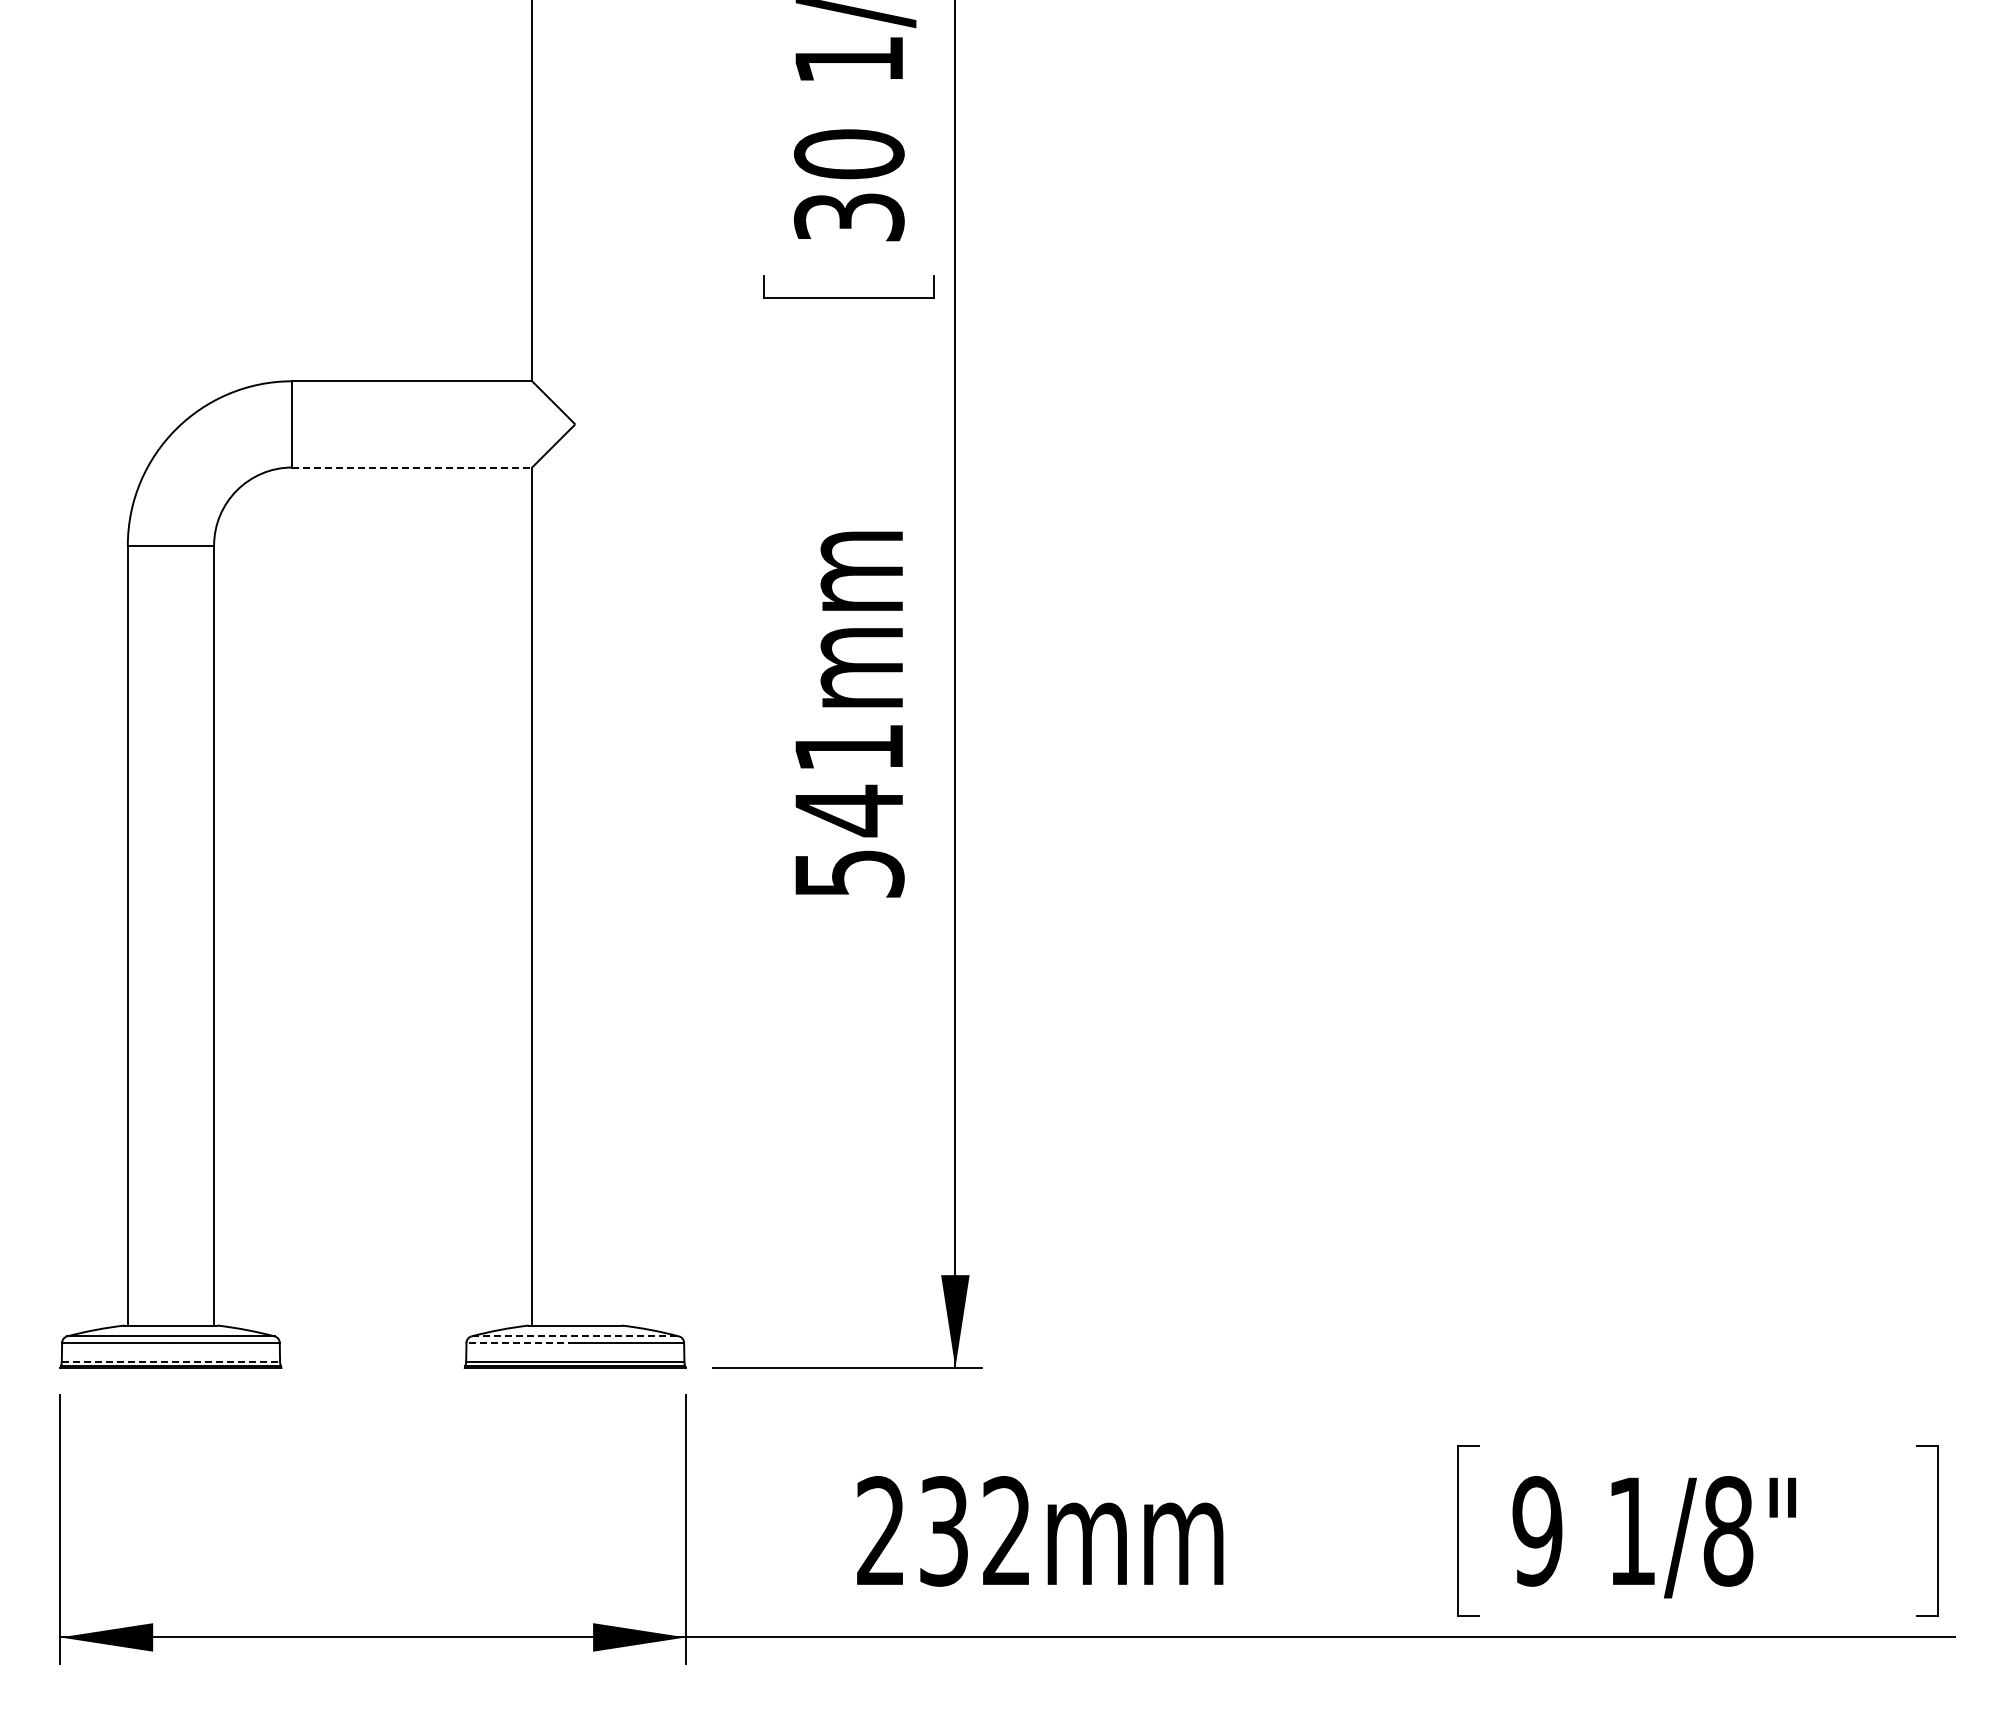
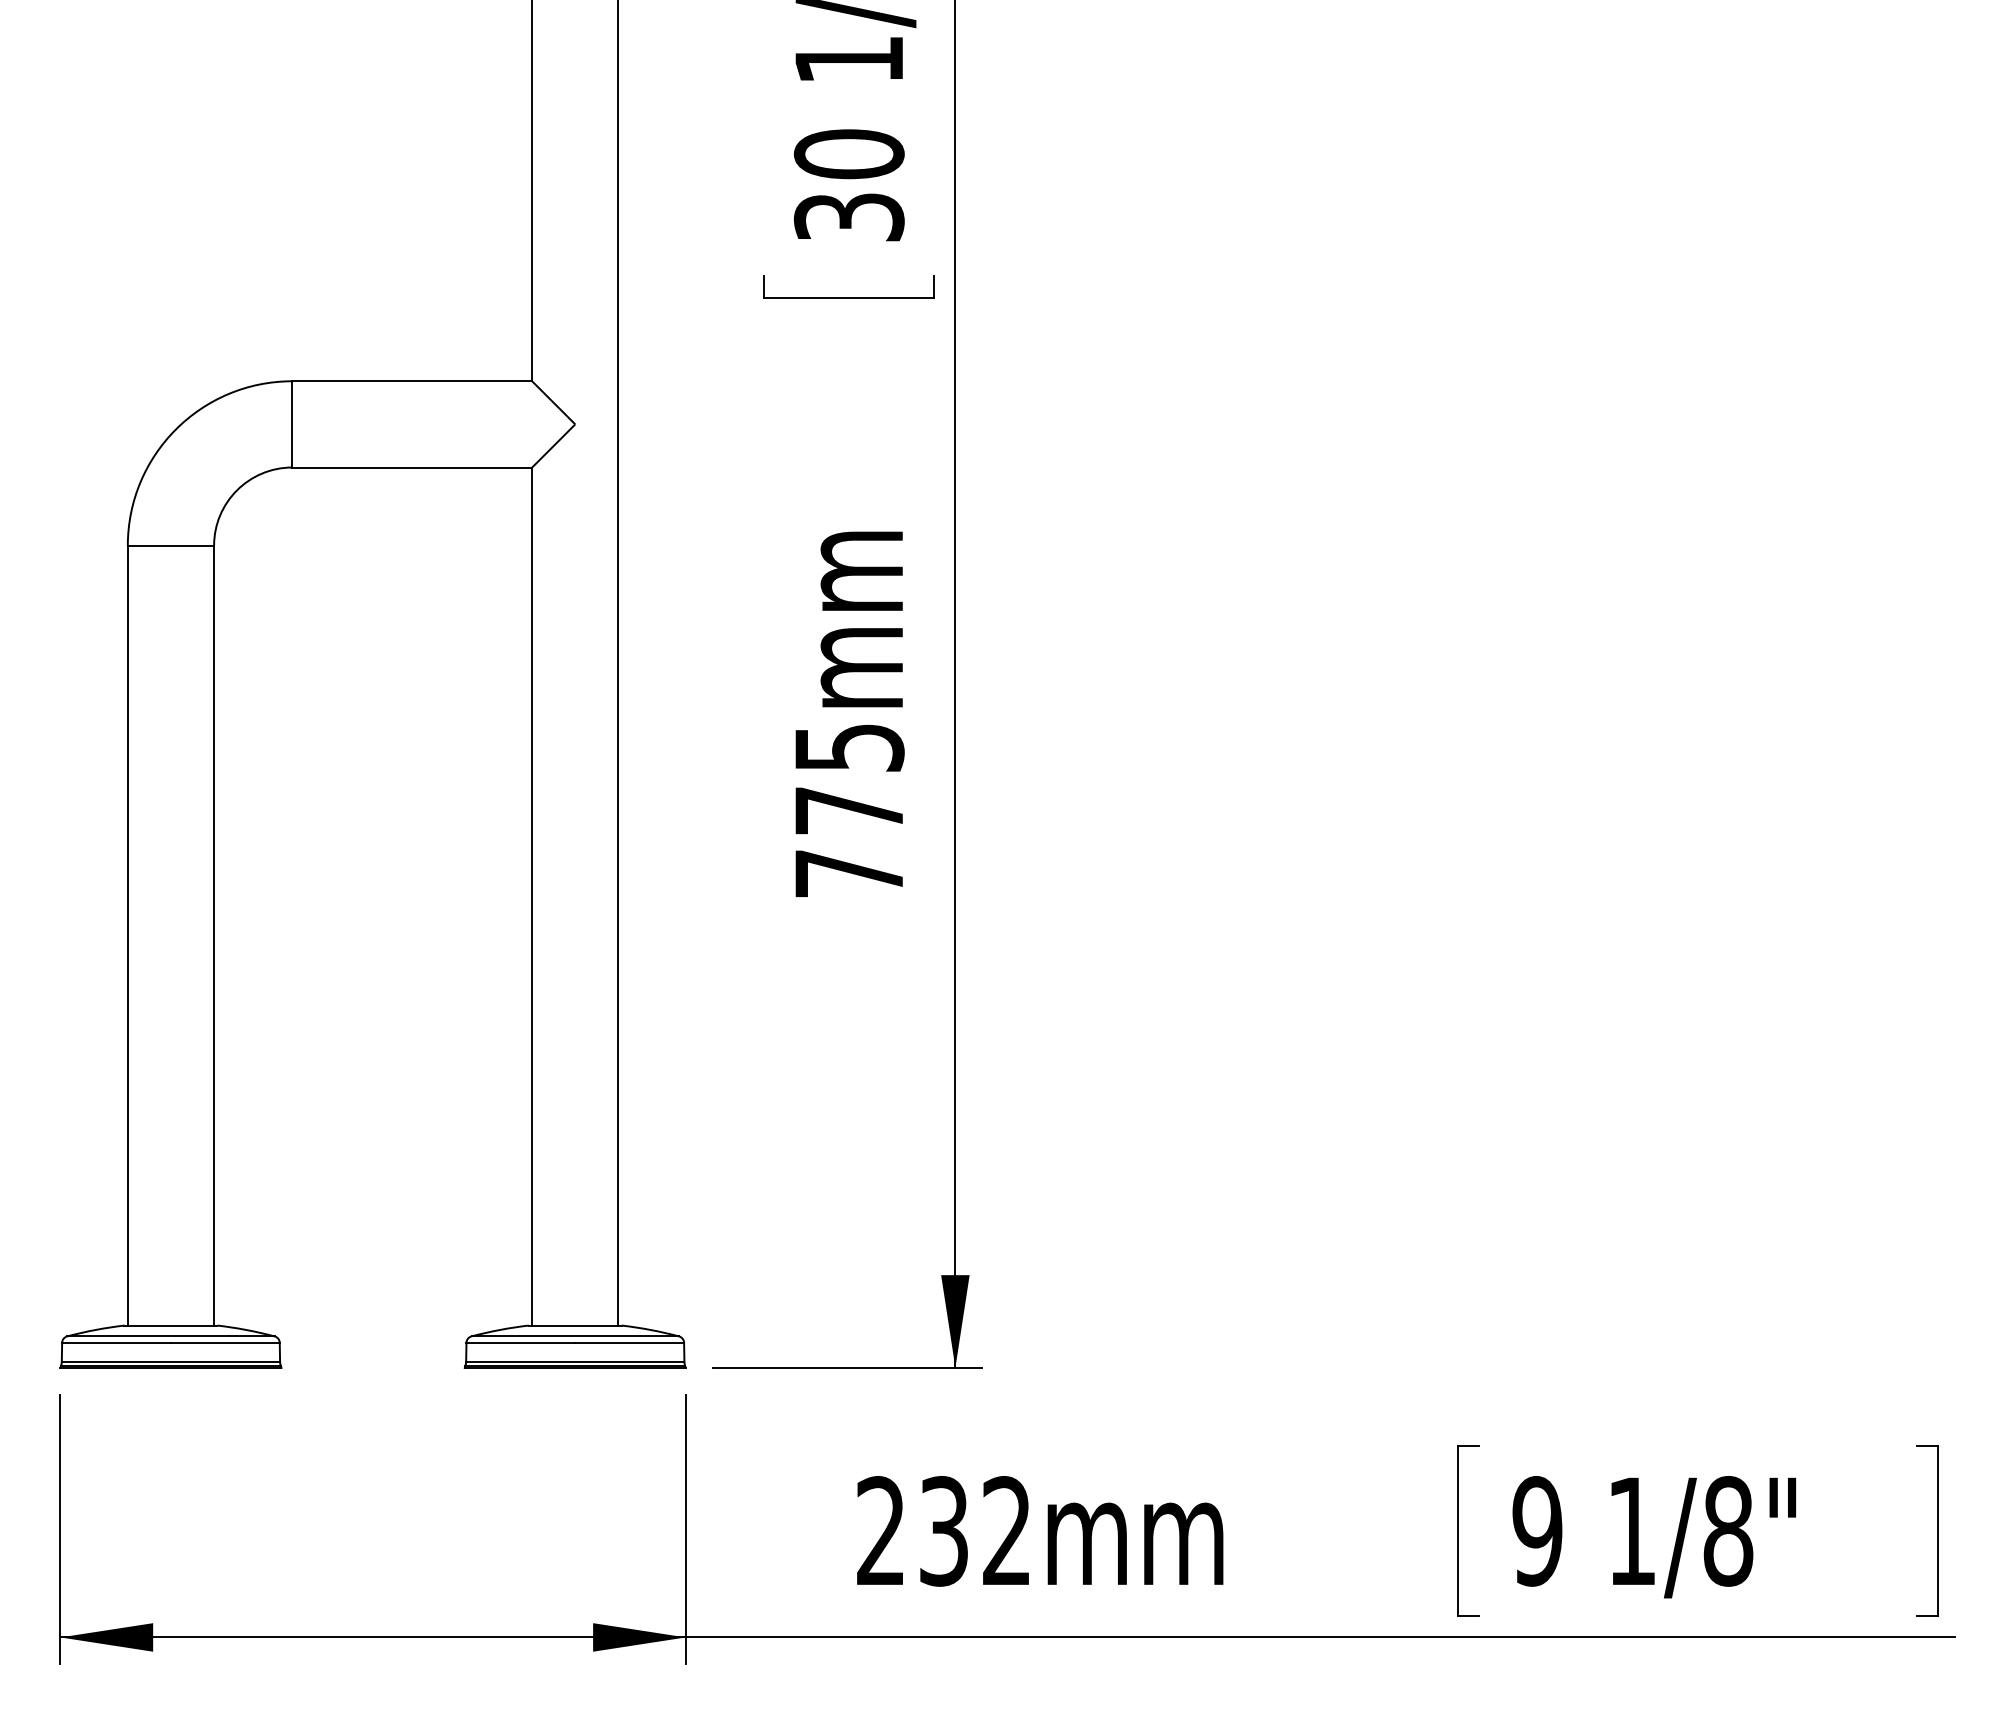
line at (412, 467): dashed -> solid
line at (618, 663): none -> present
text at (849, 810): 541mm -> 775mm
line at (575, 1336): dashed -> solid
line at (520, 1342): dashed -> solid
line at (171, 1361): dashed -> solid
